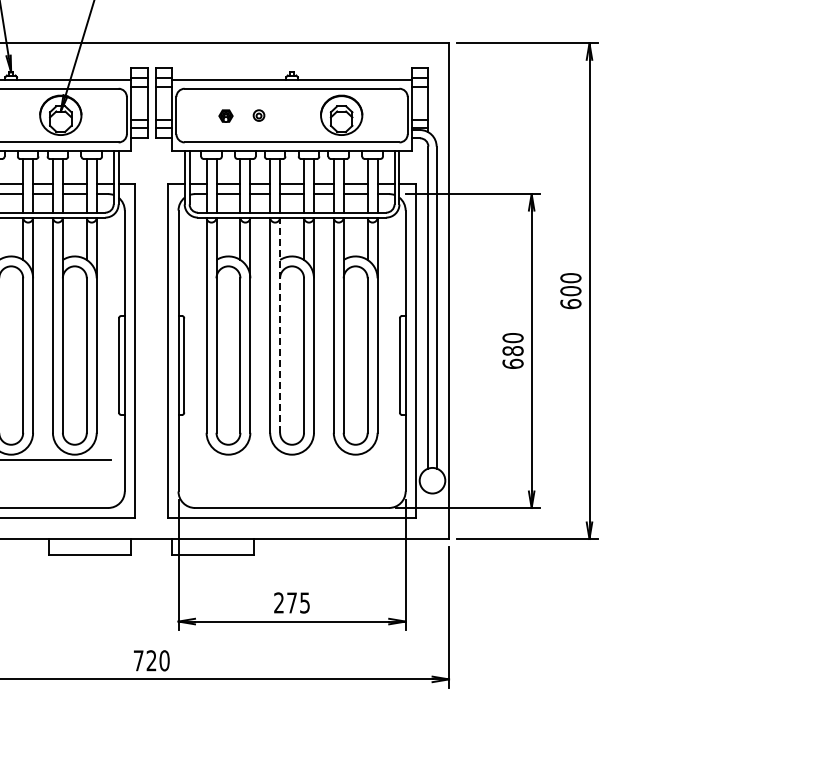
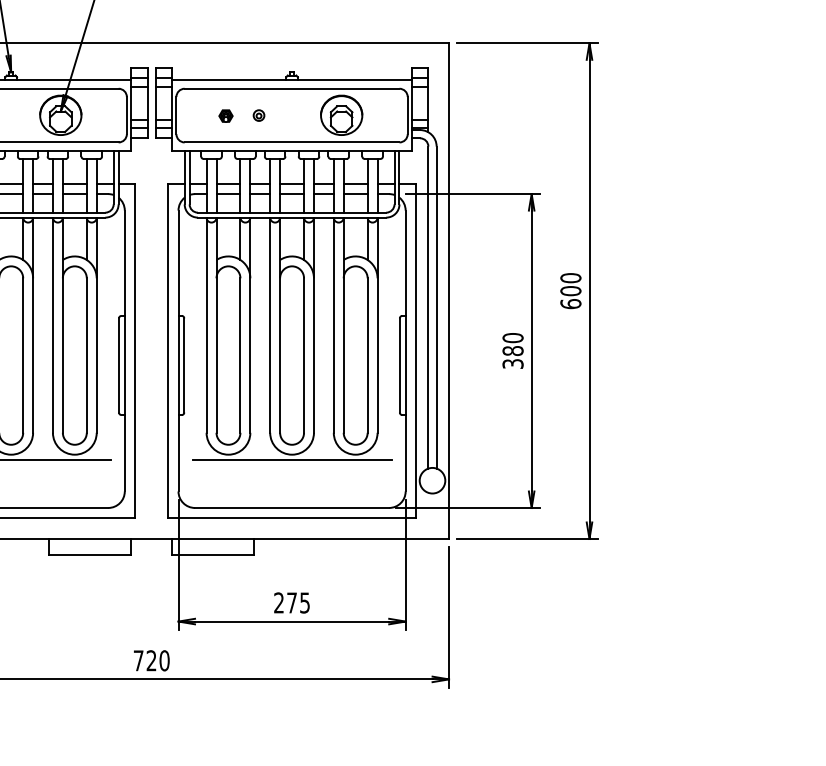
line at (280, 325): dashed -> solid
text at (512, 363): 680 -> 380
line at (291, 460): none -> present
